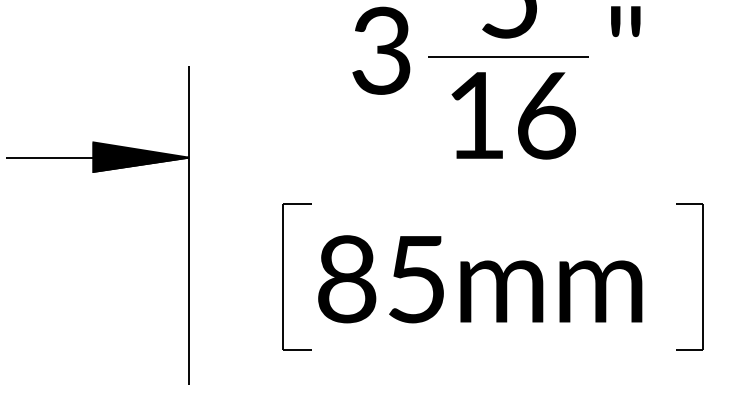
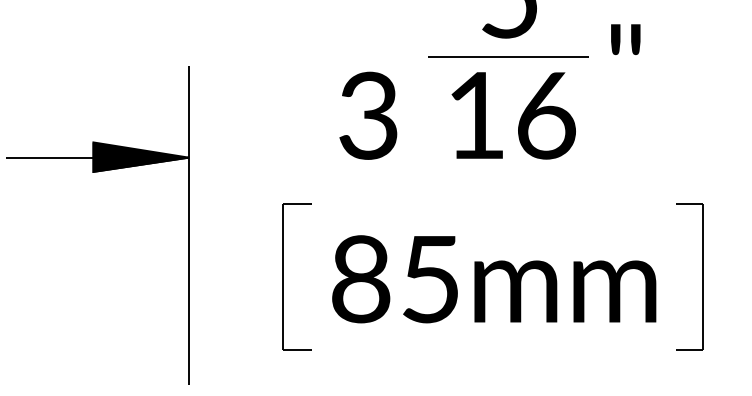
text at (625, 21) position: (625, 21) -> (625, 39)
text at (381, 50) position: (381, 50) -> (368, 115)
text at (480, 279) position: (480, 279) -> (494, 279)
